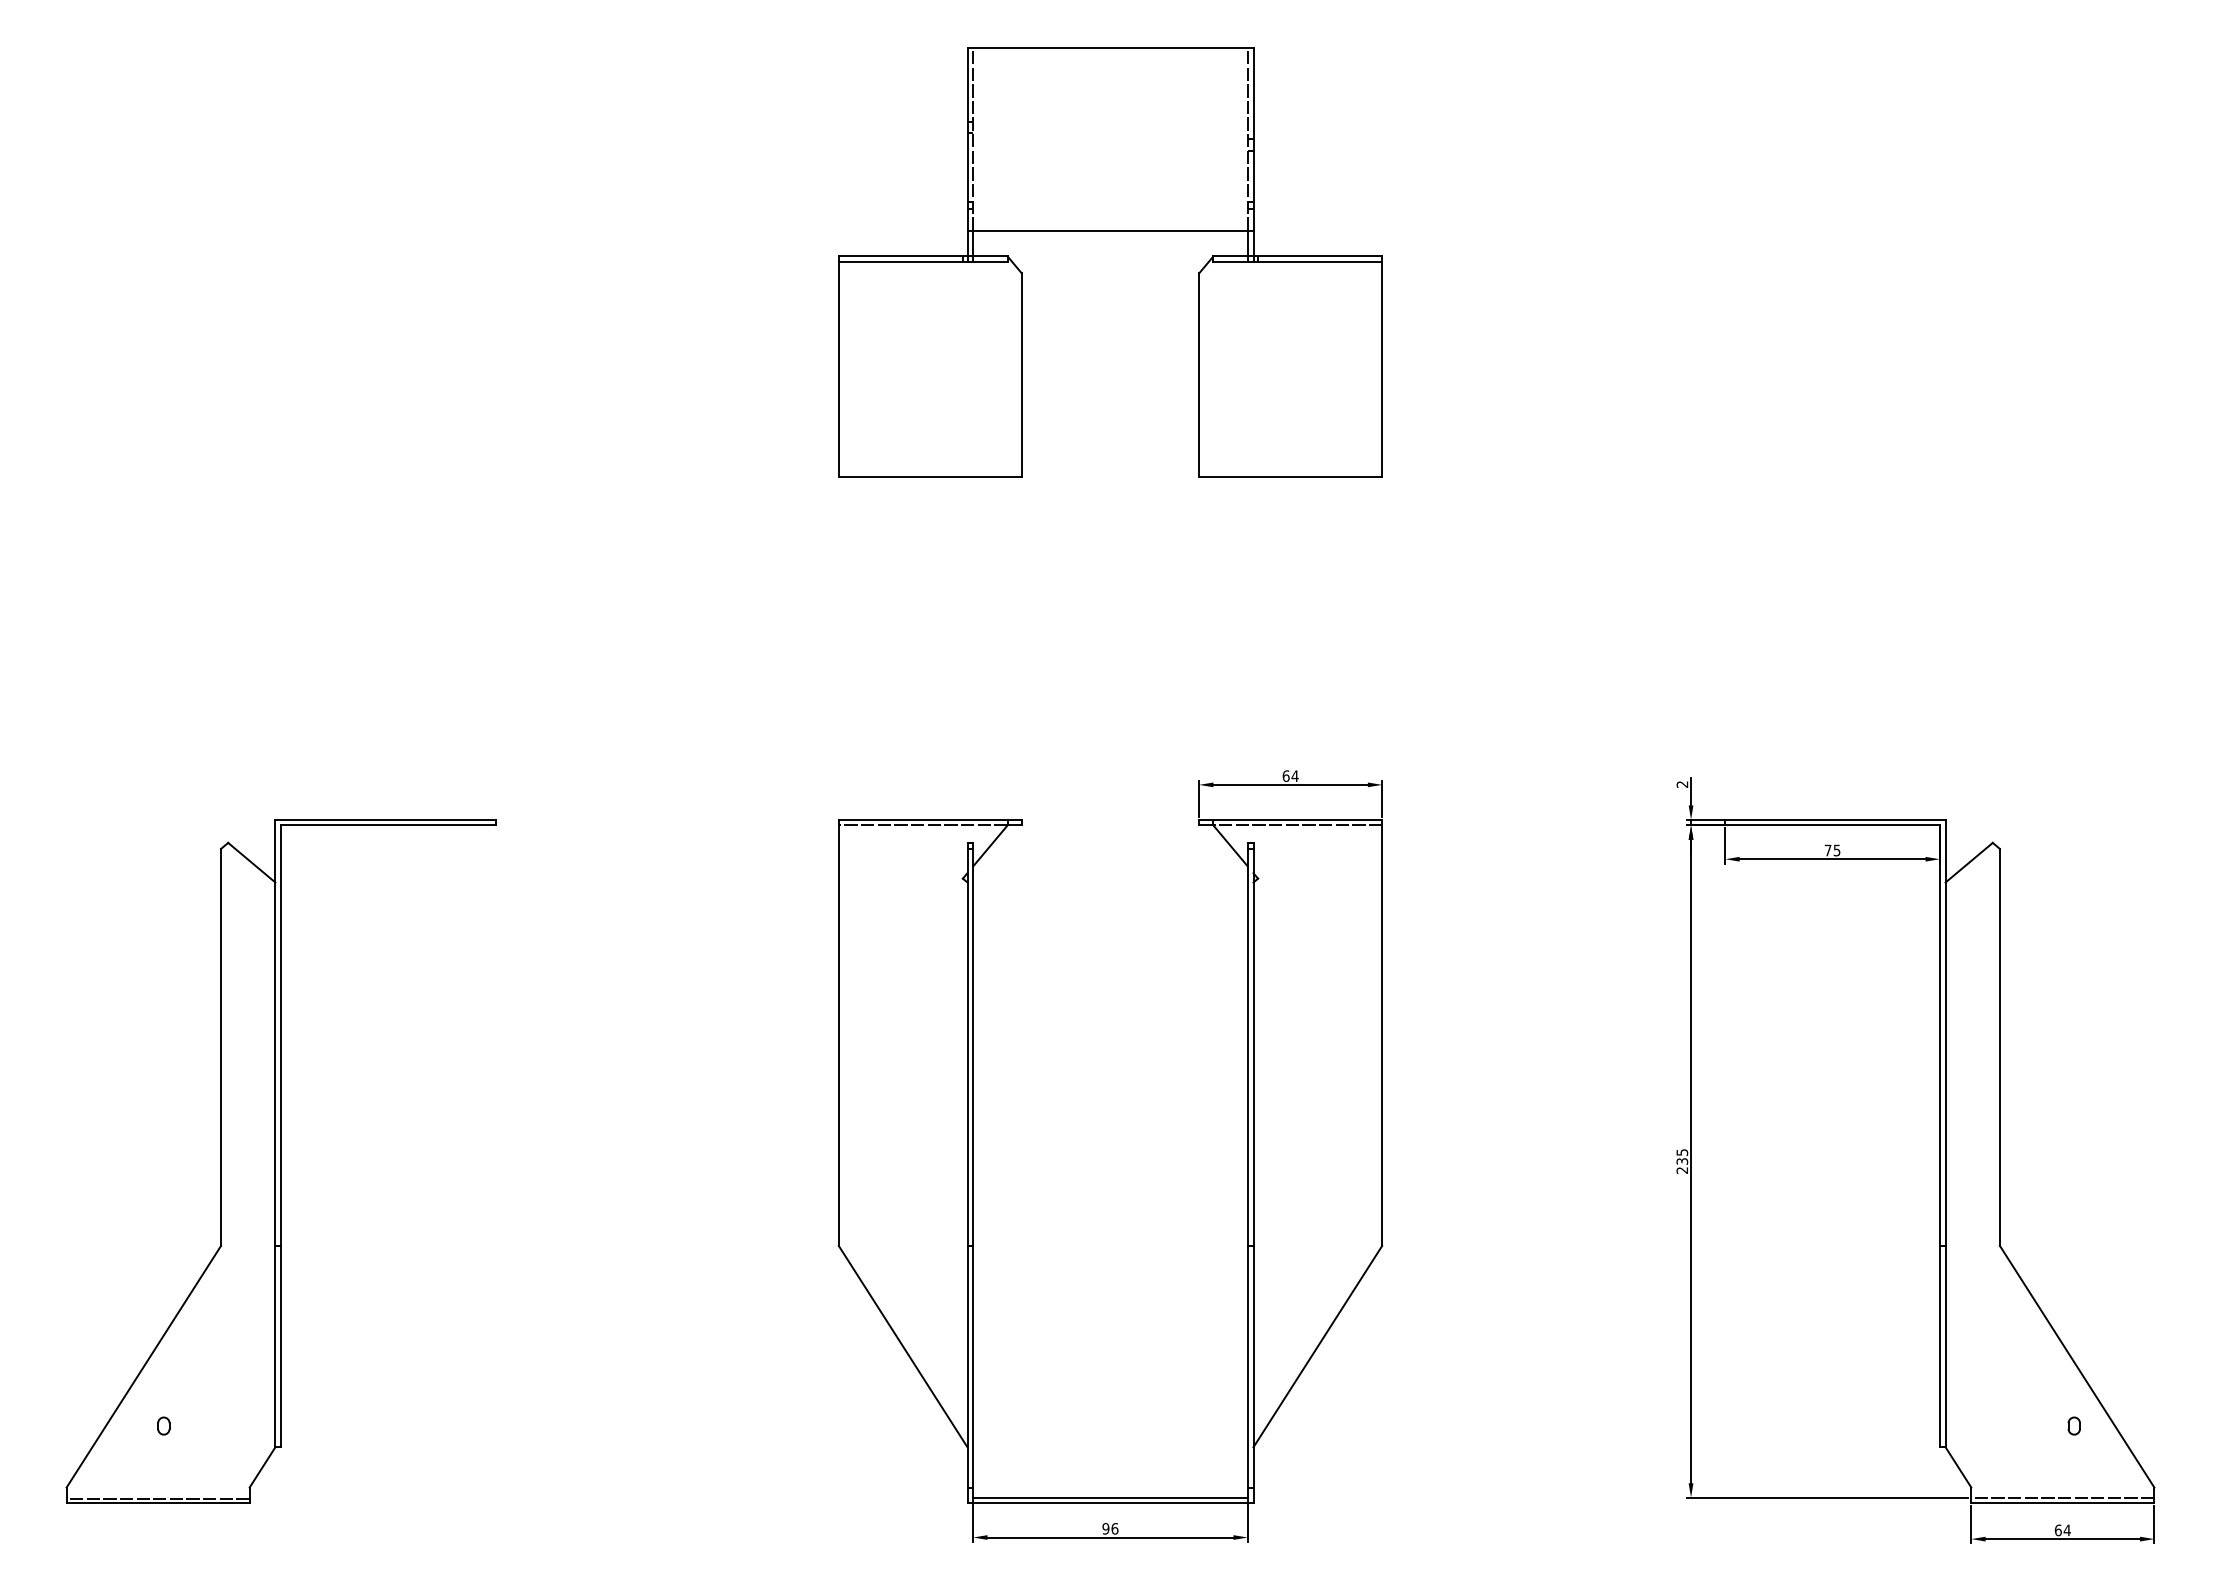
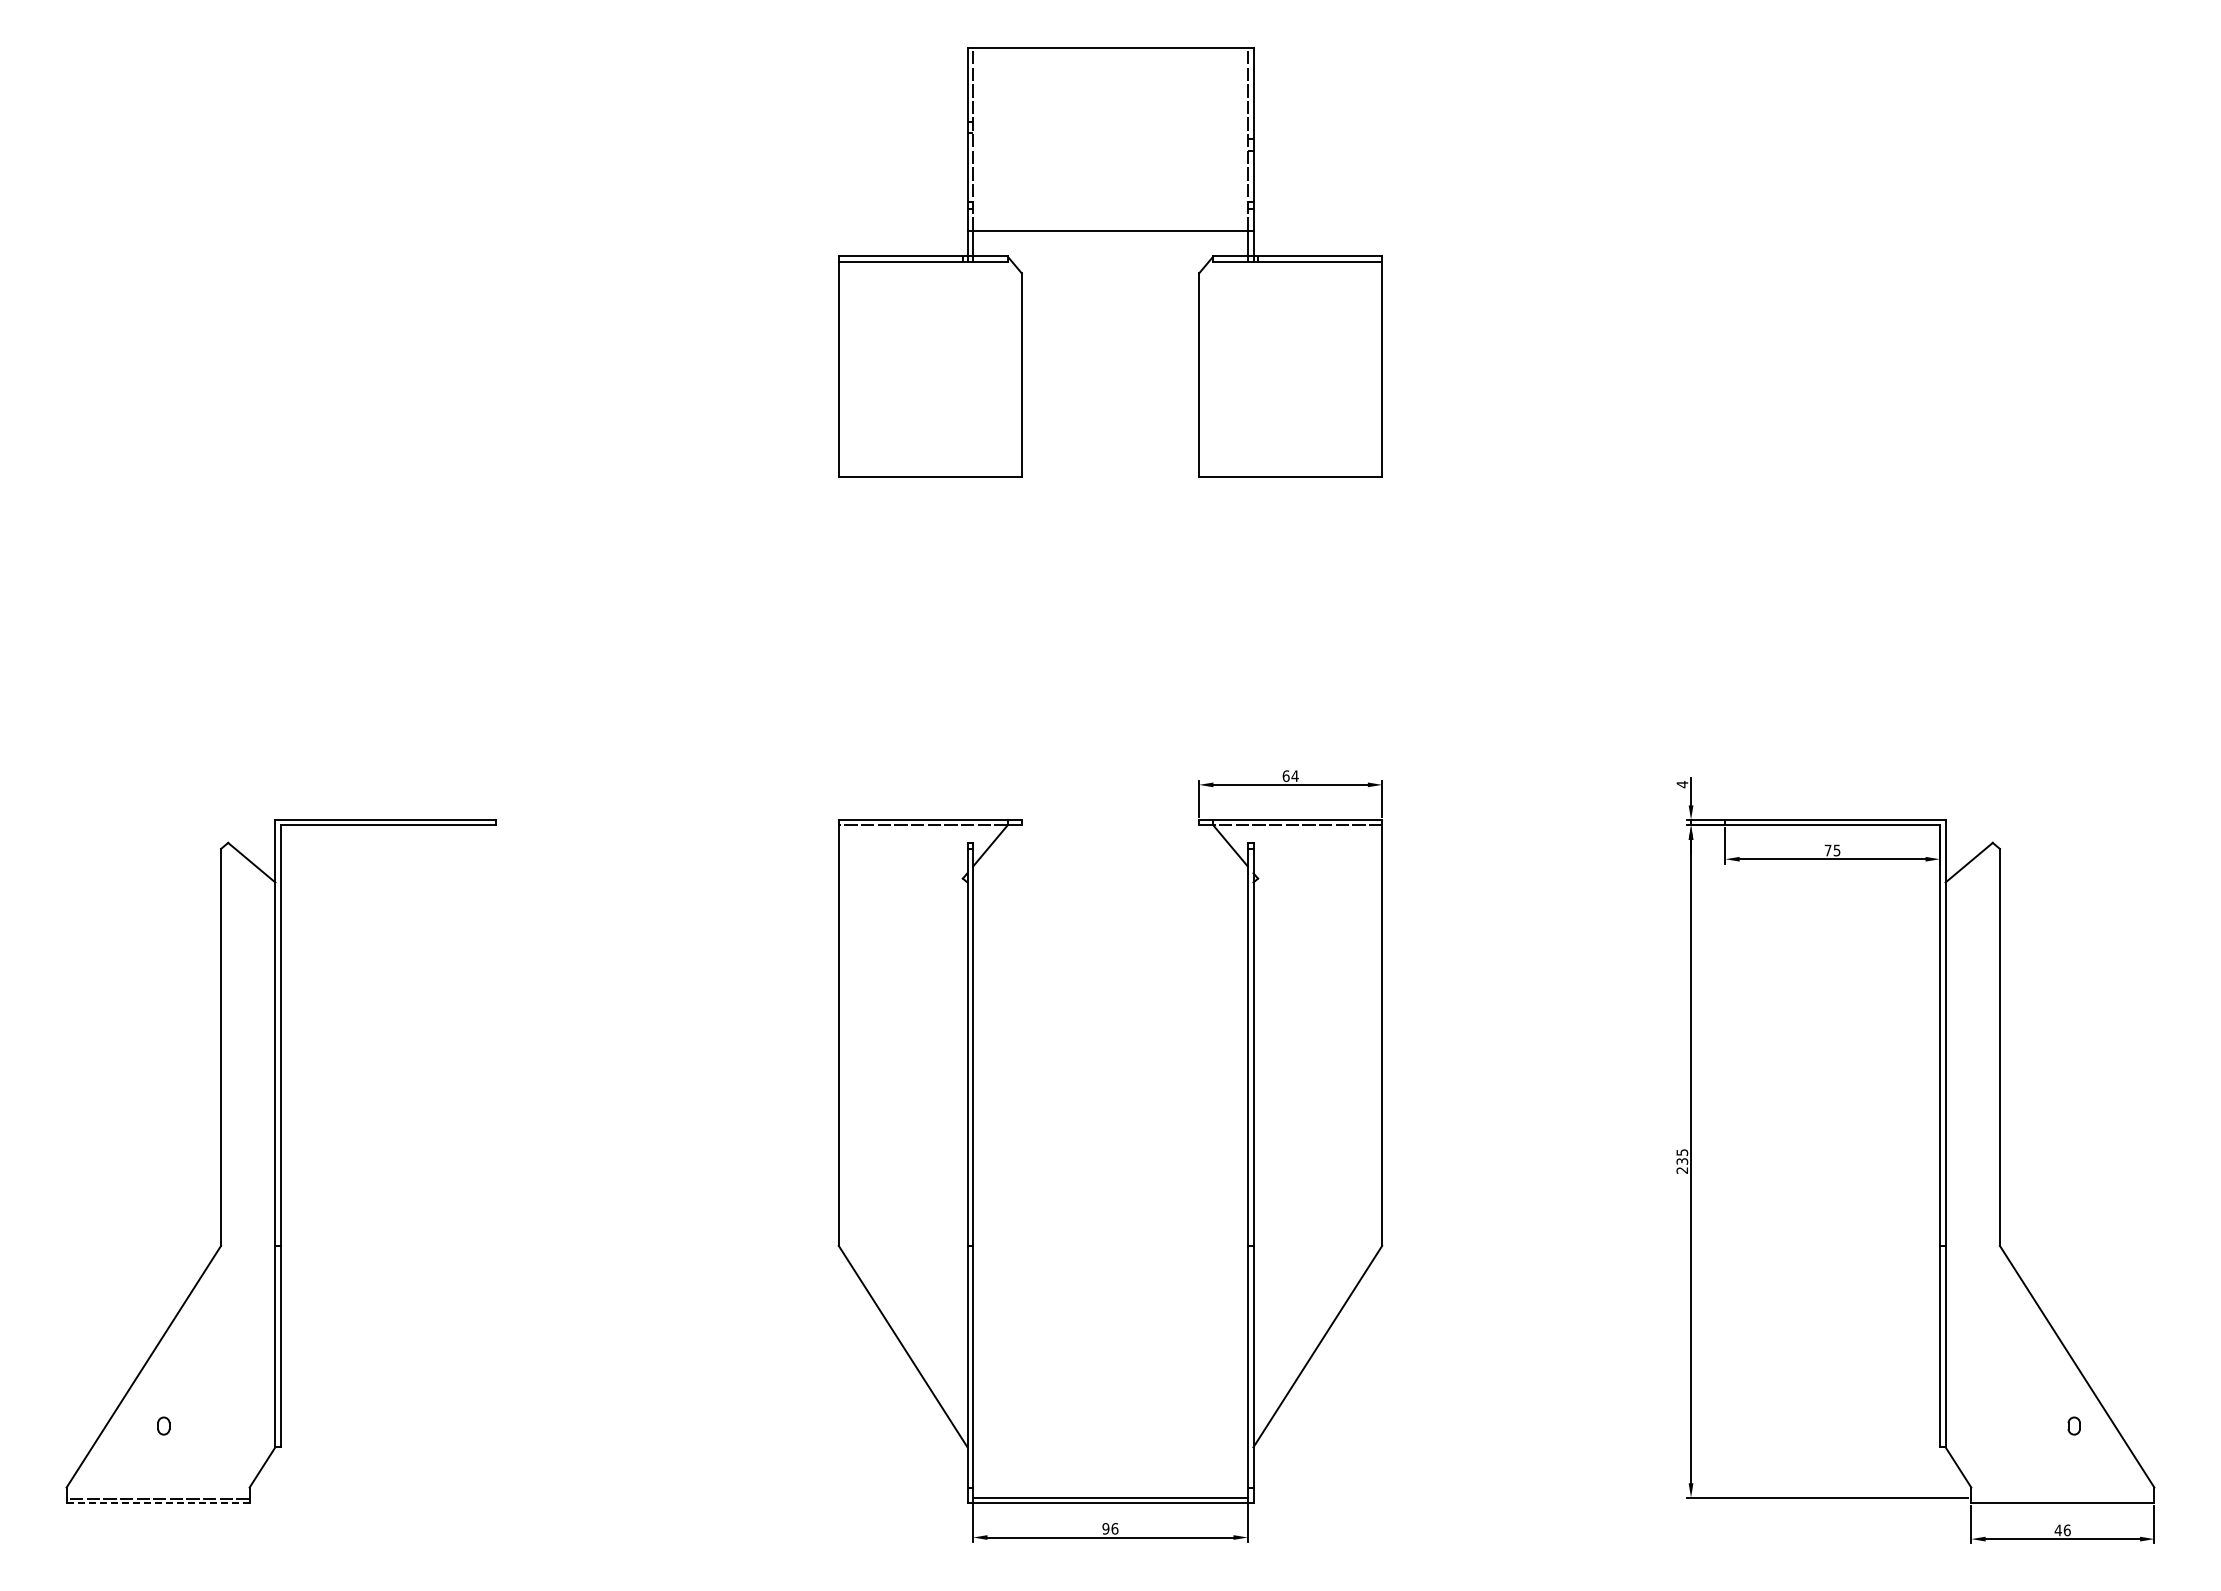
text at (1682, 784): 2 -> 4
line at (2062, 1497): present -> none
line at (158, 1503): solid -> dashed
text at (2062, 1530): 64 -> 46
